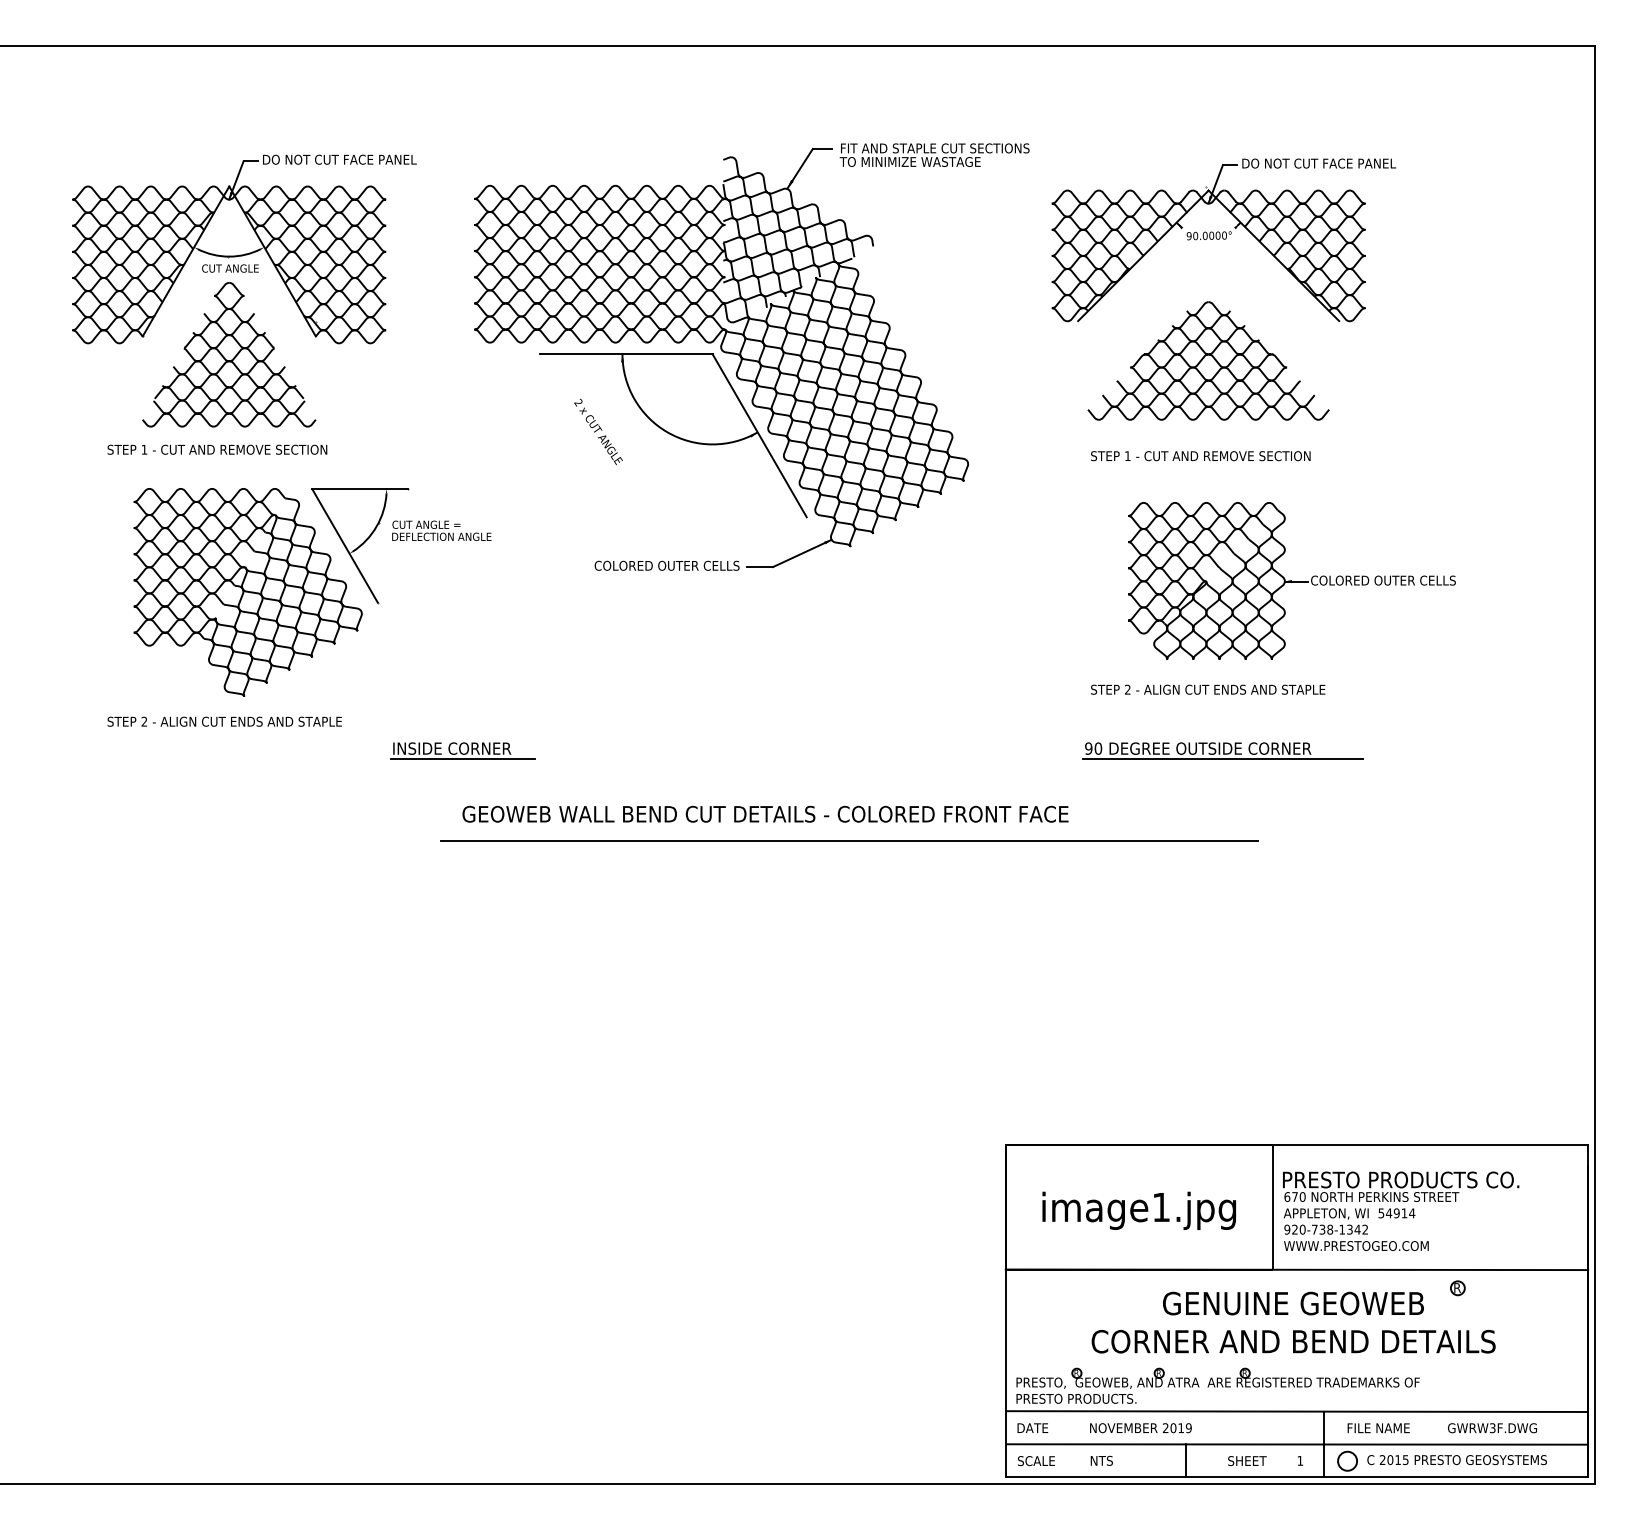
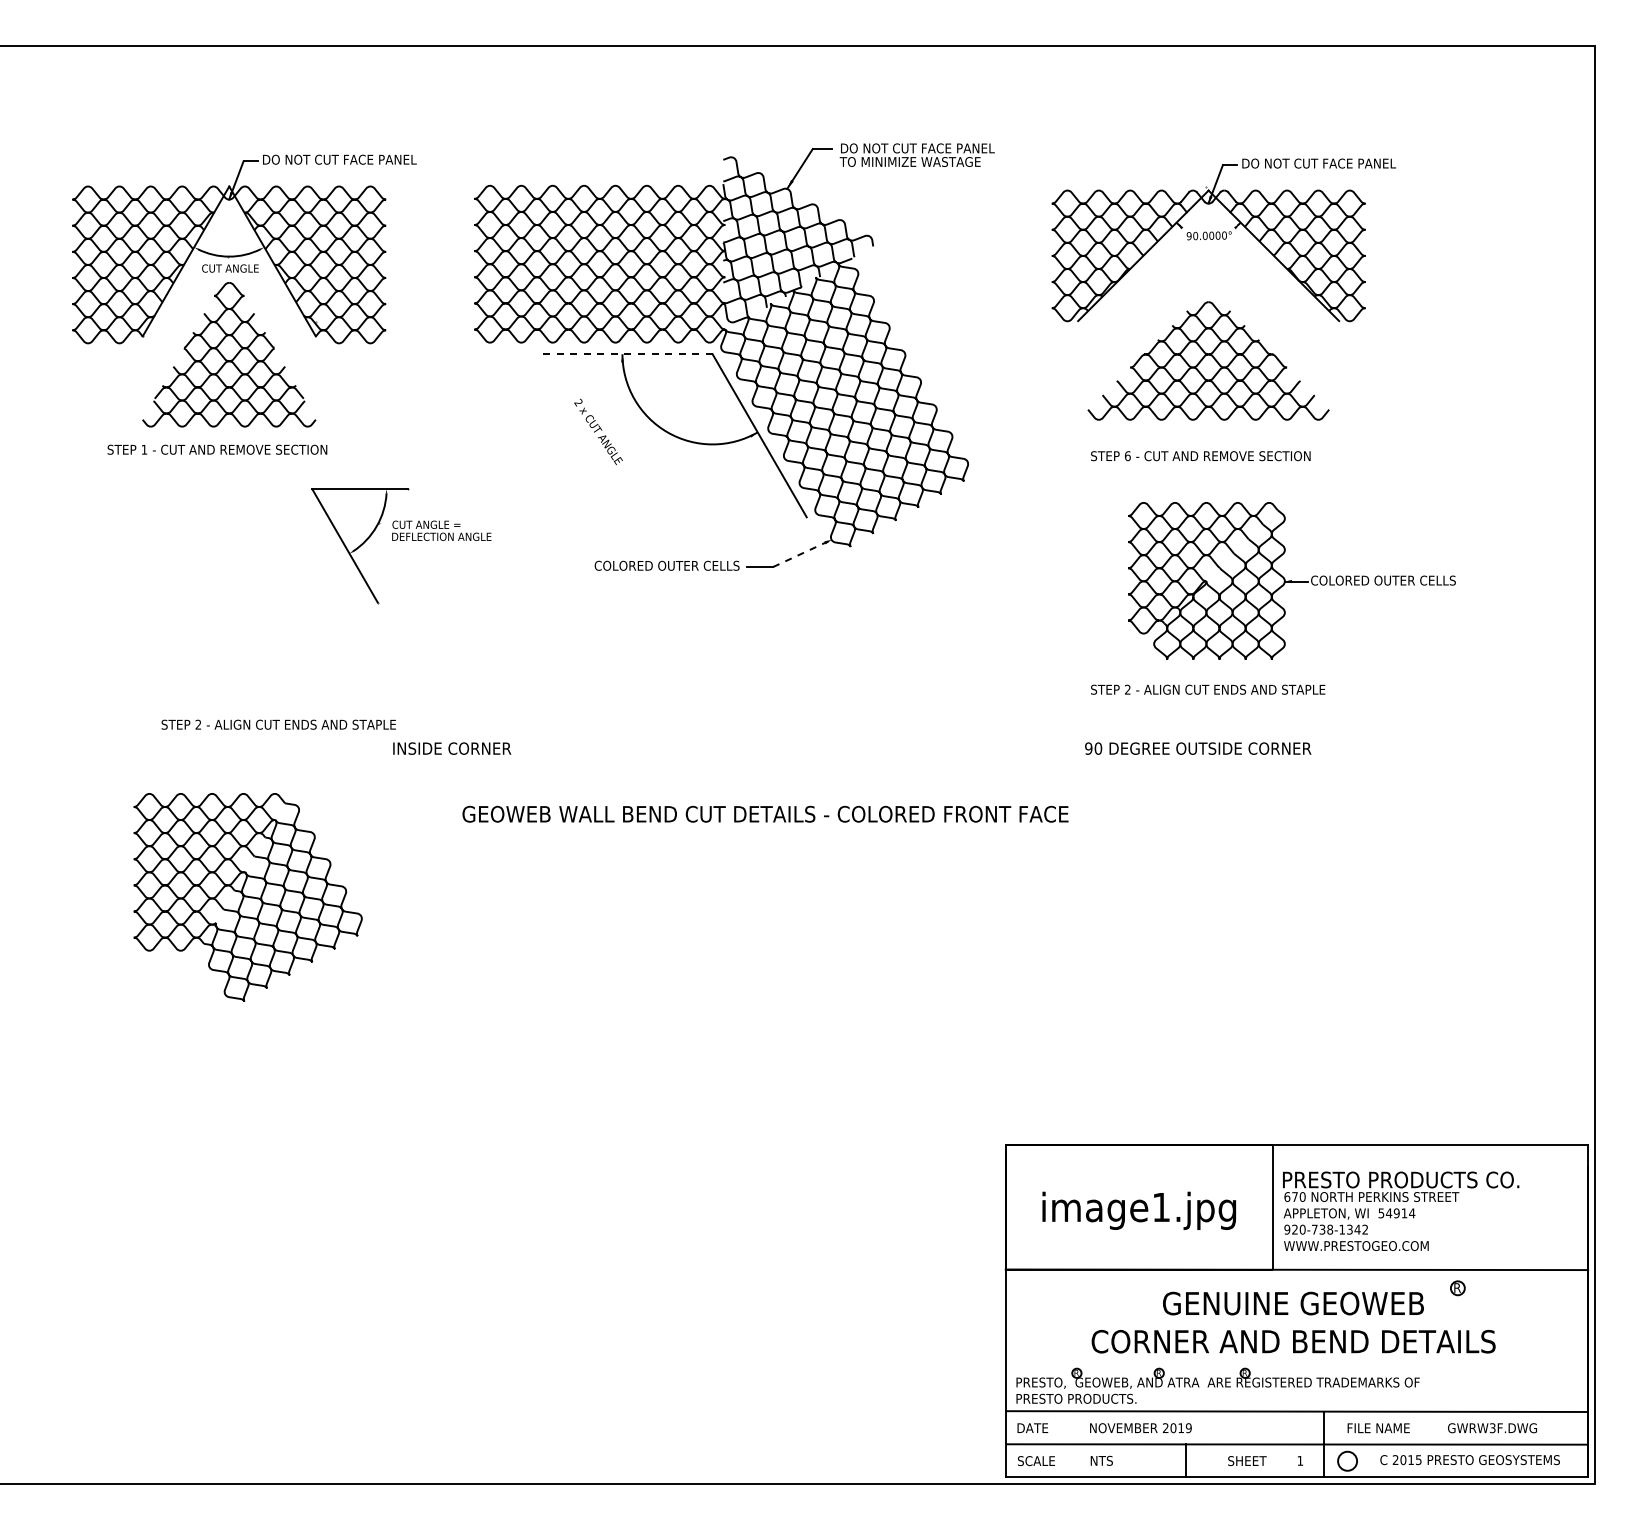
text at (935, 148): FIT AND STAPLE CUT SECTIONS -> DO NOT CUT FACE PANEL
line at (625, 354): solid -> dashed
text at (1127, 456): 1 -> 6
line at (802, 553): solid -> dashed
part at (247, 592) position: (247, 592) -> (247, 897)
text at (224, 721) position: (224, 721) -> (278, 724)
line at (462, 758): present -> none
line at (1223, 758): present -> none
line at (849, 840): present -> none
text at (1456, 1460) position: (1456, 1460) -> (1469, 1460)
